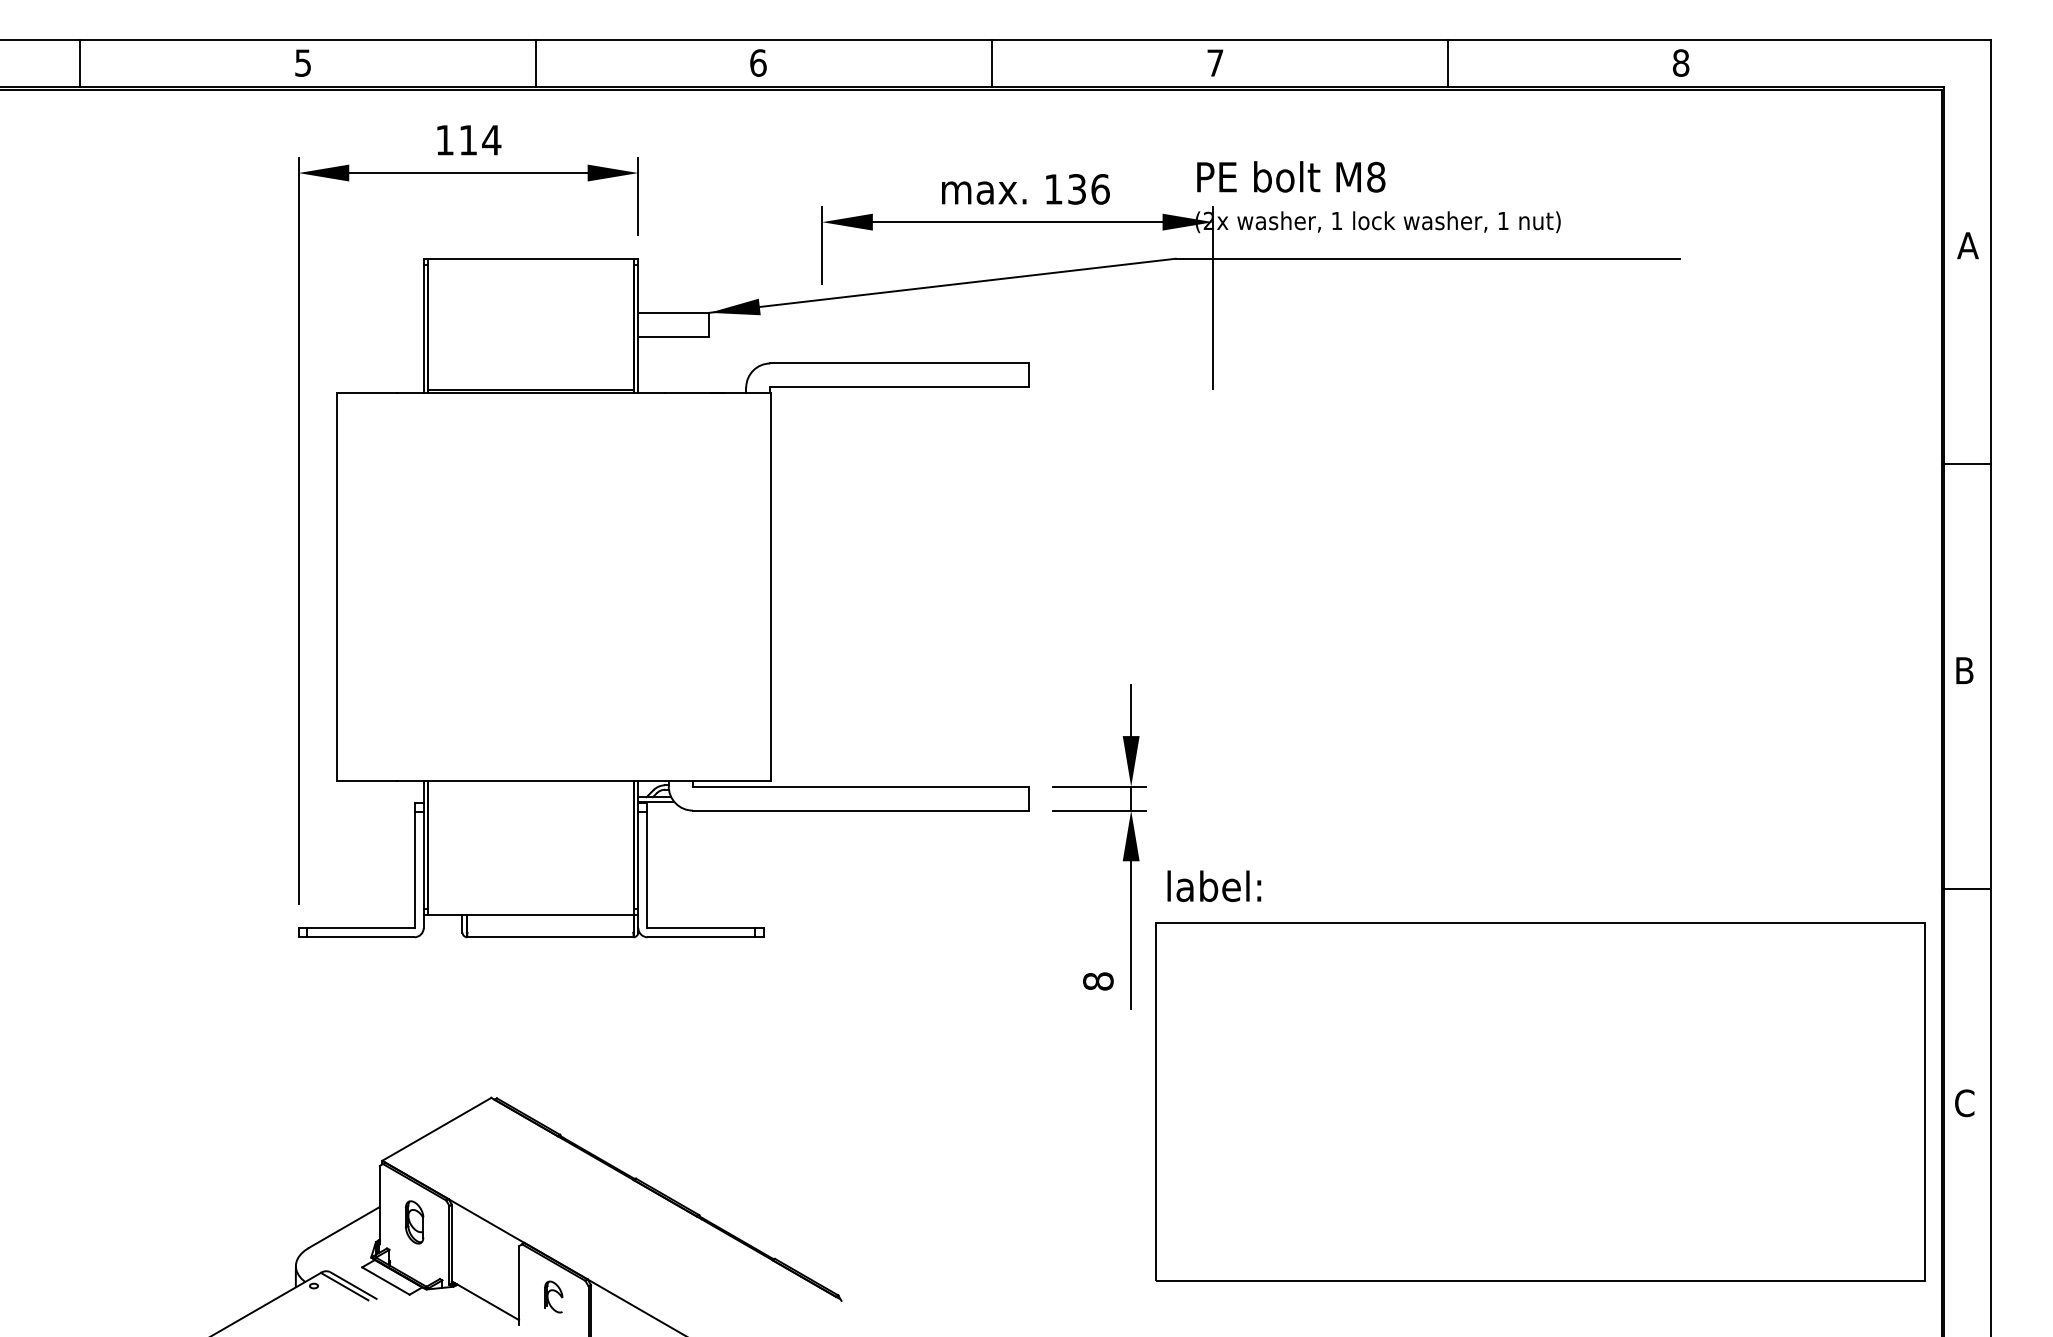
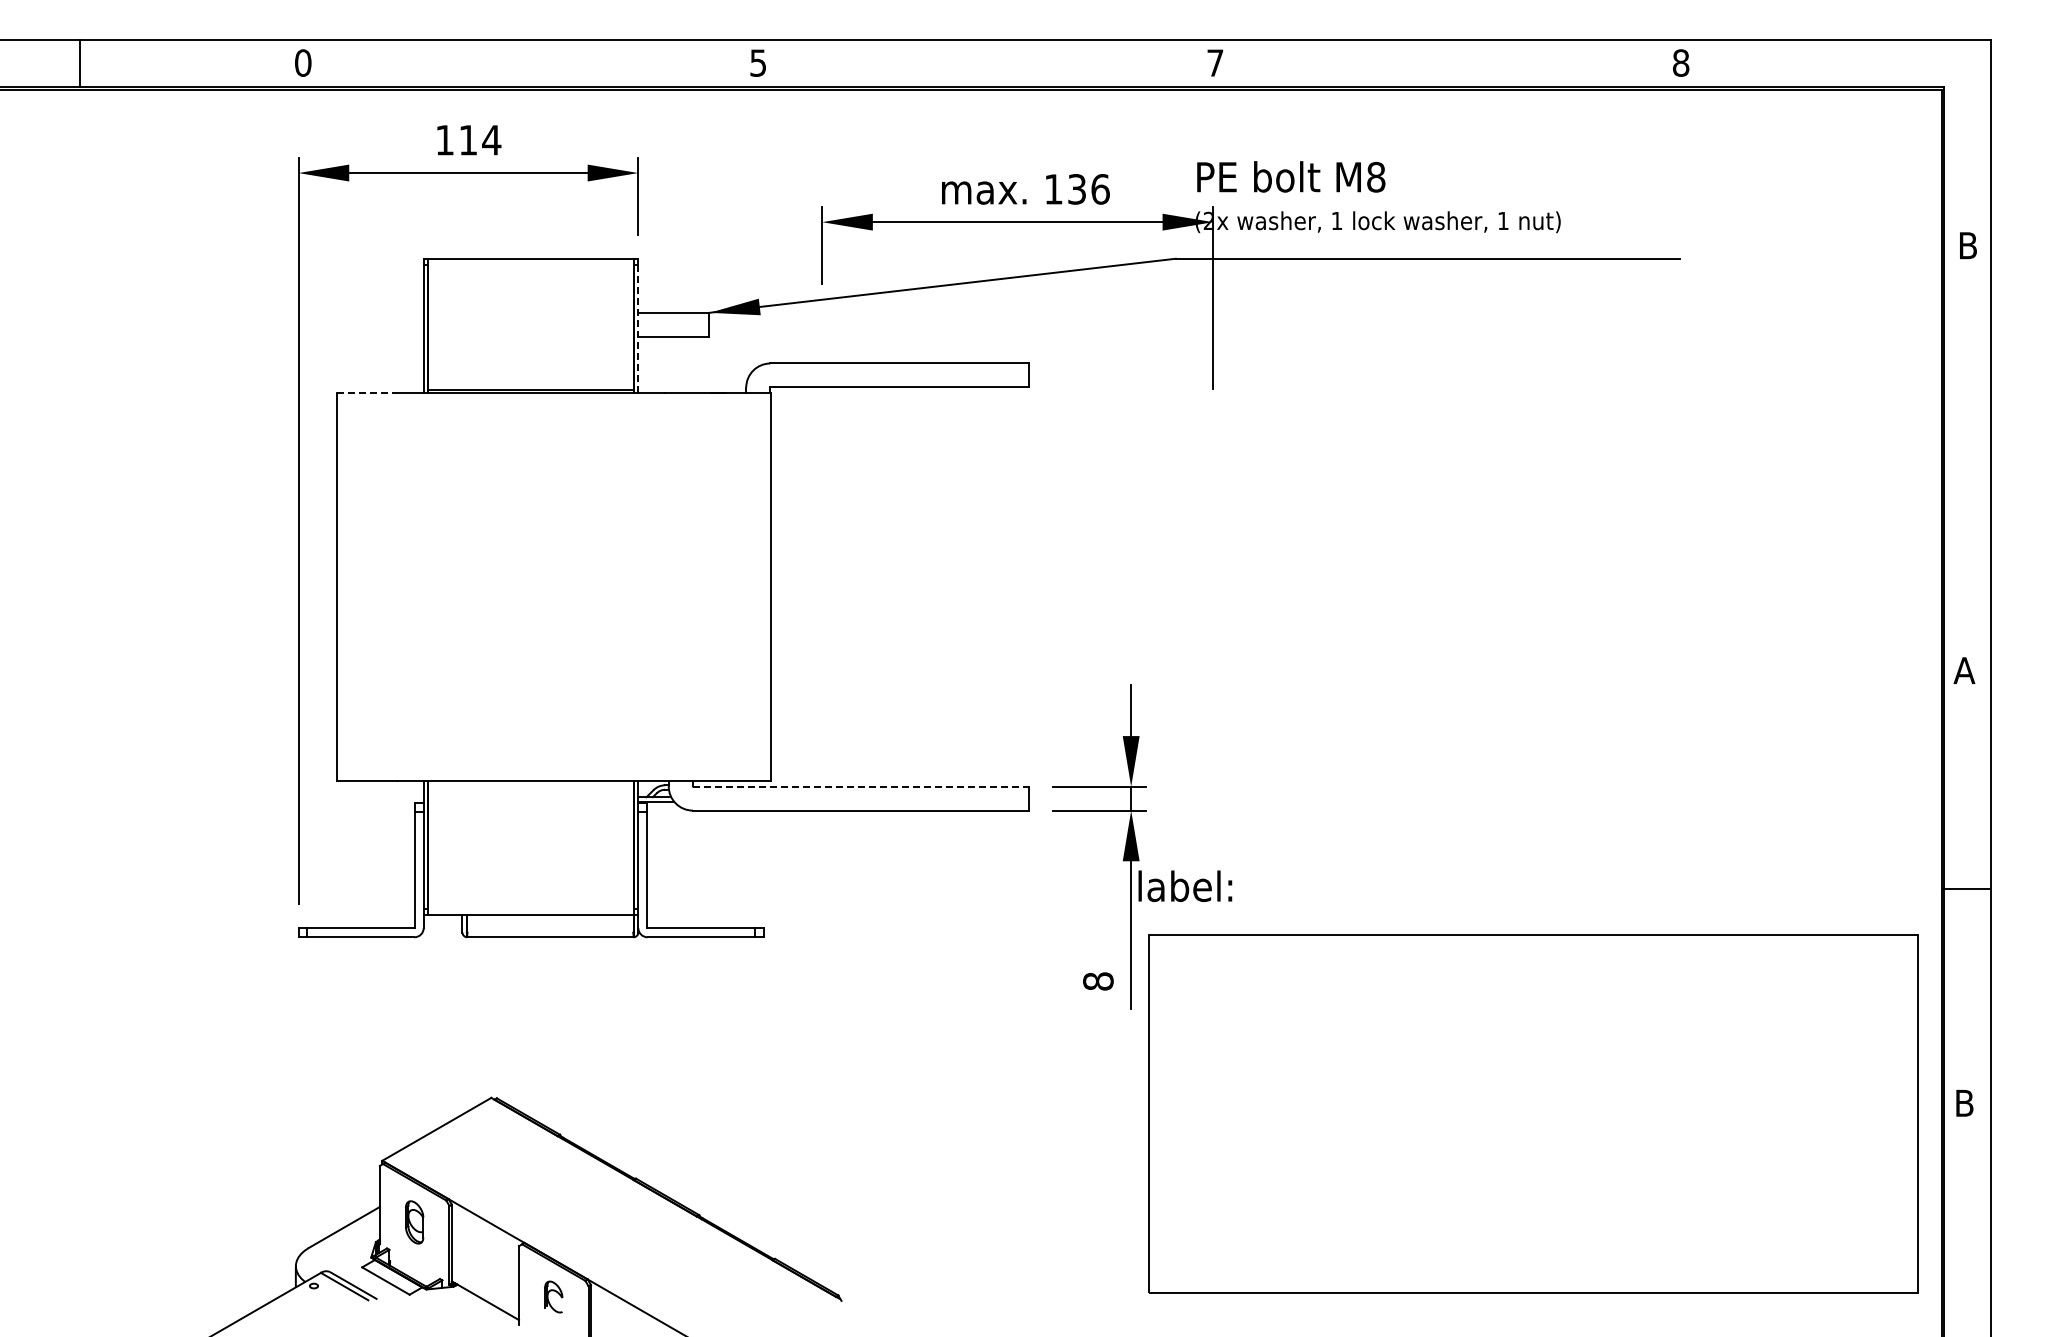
text at (303, 62): 5 -> 0
line at (536, 62): present -> none
text at (758, 62): 6 -> 5
line at (992, 62): present -> none
line at (1448, 62): present -> none
text at (1967, 245): A -> B
line at (638, 329): solid -> dashed
line at (367, 393): solid -> dashed
line at (1967, 464): present -> none
text at (1964, 670): B -> A
line at (861, 786): solid -> dashed
text at (1214, 886) position: (1214, 886) -> (1185, 886)
part at (1540, 1101) position: (1540, 1101) -> (1533, 1113)
text at (1964, 1103): C -> B
